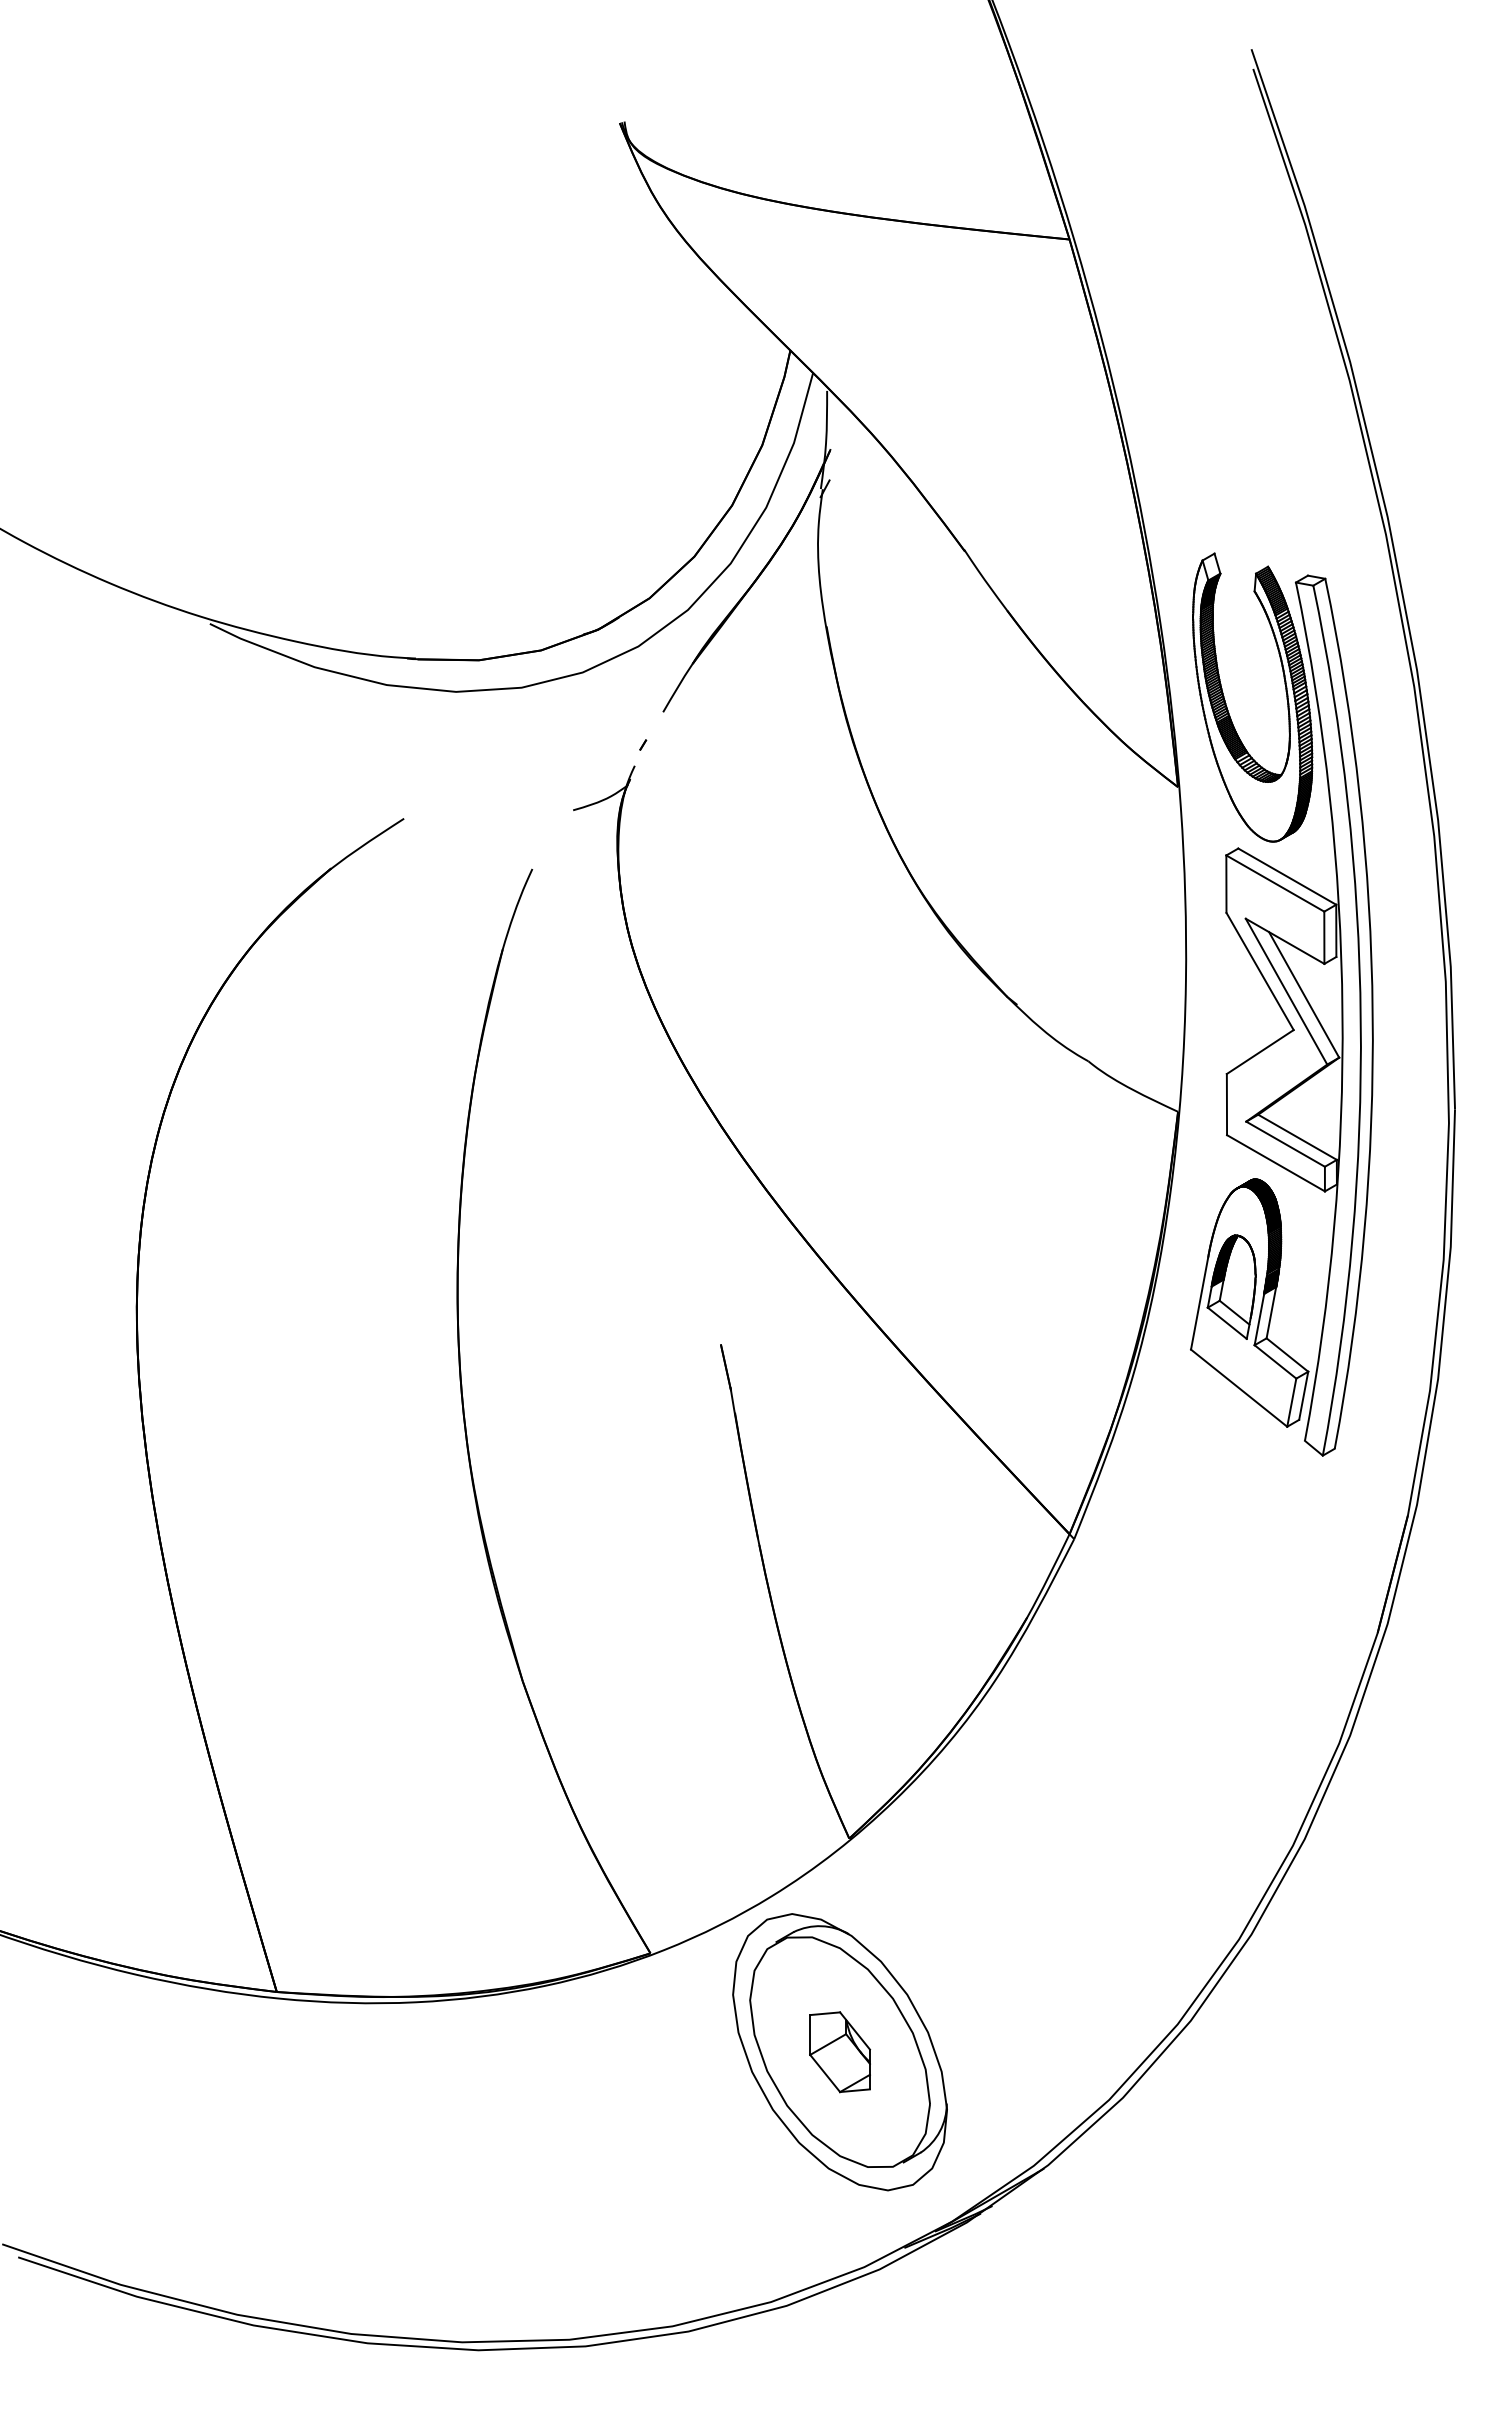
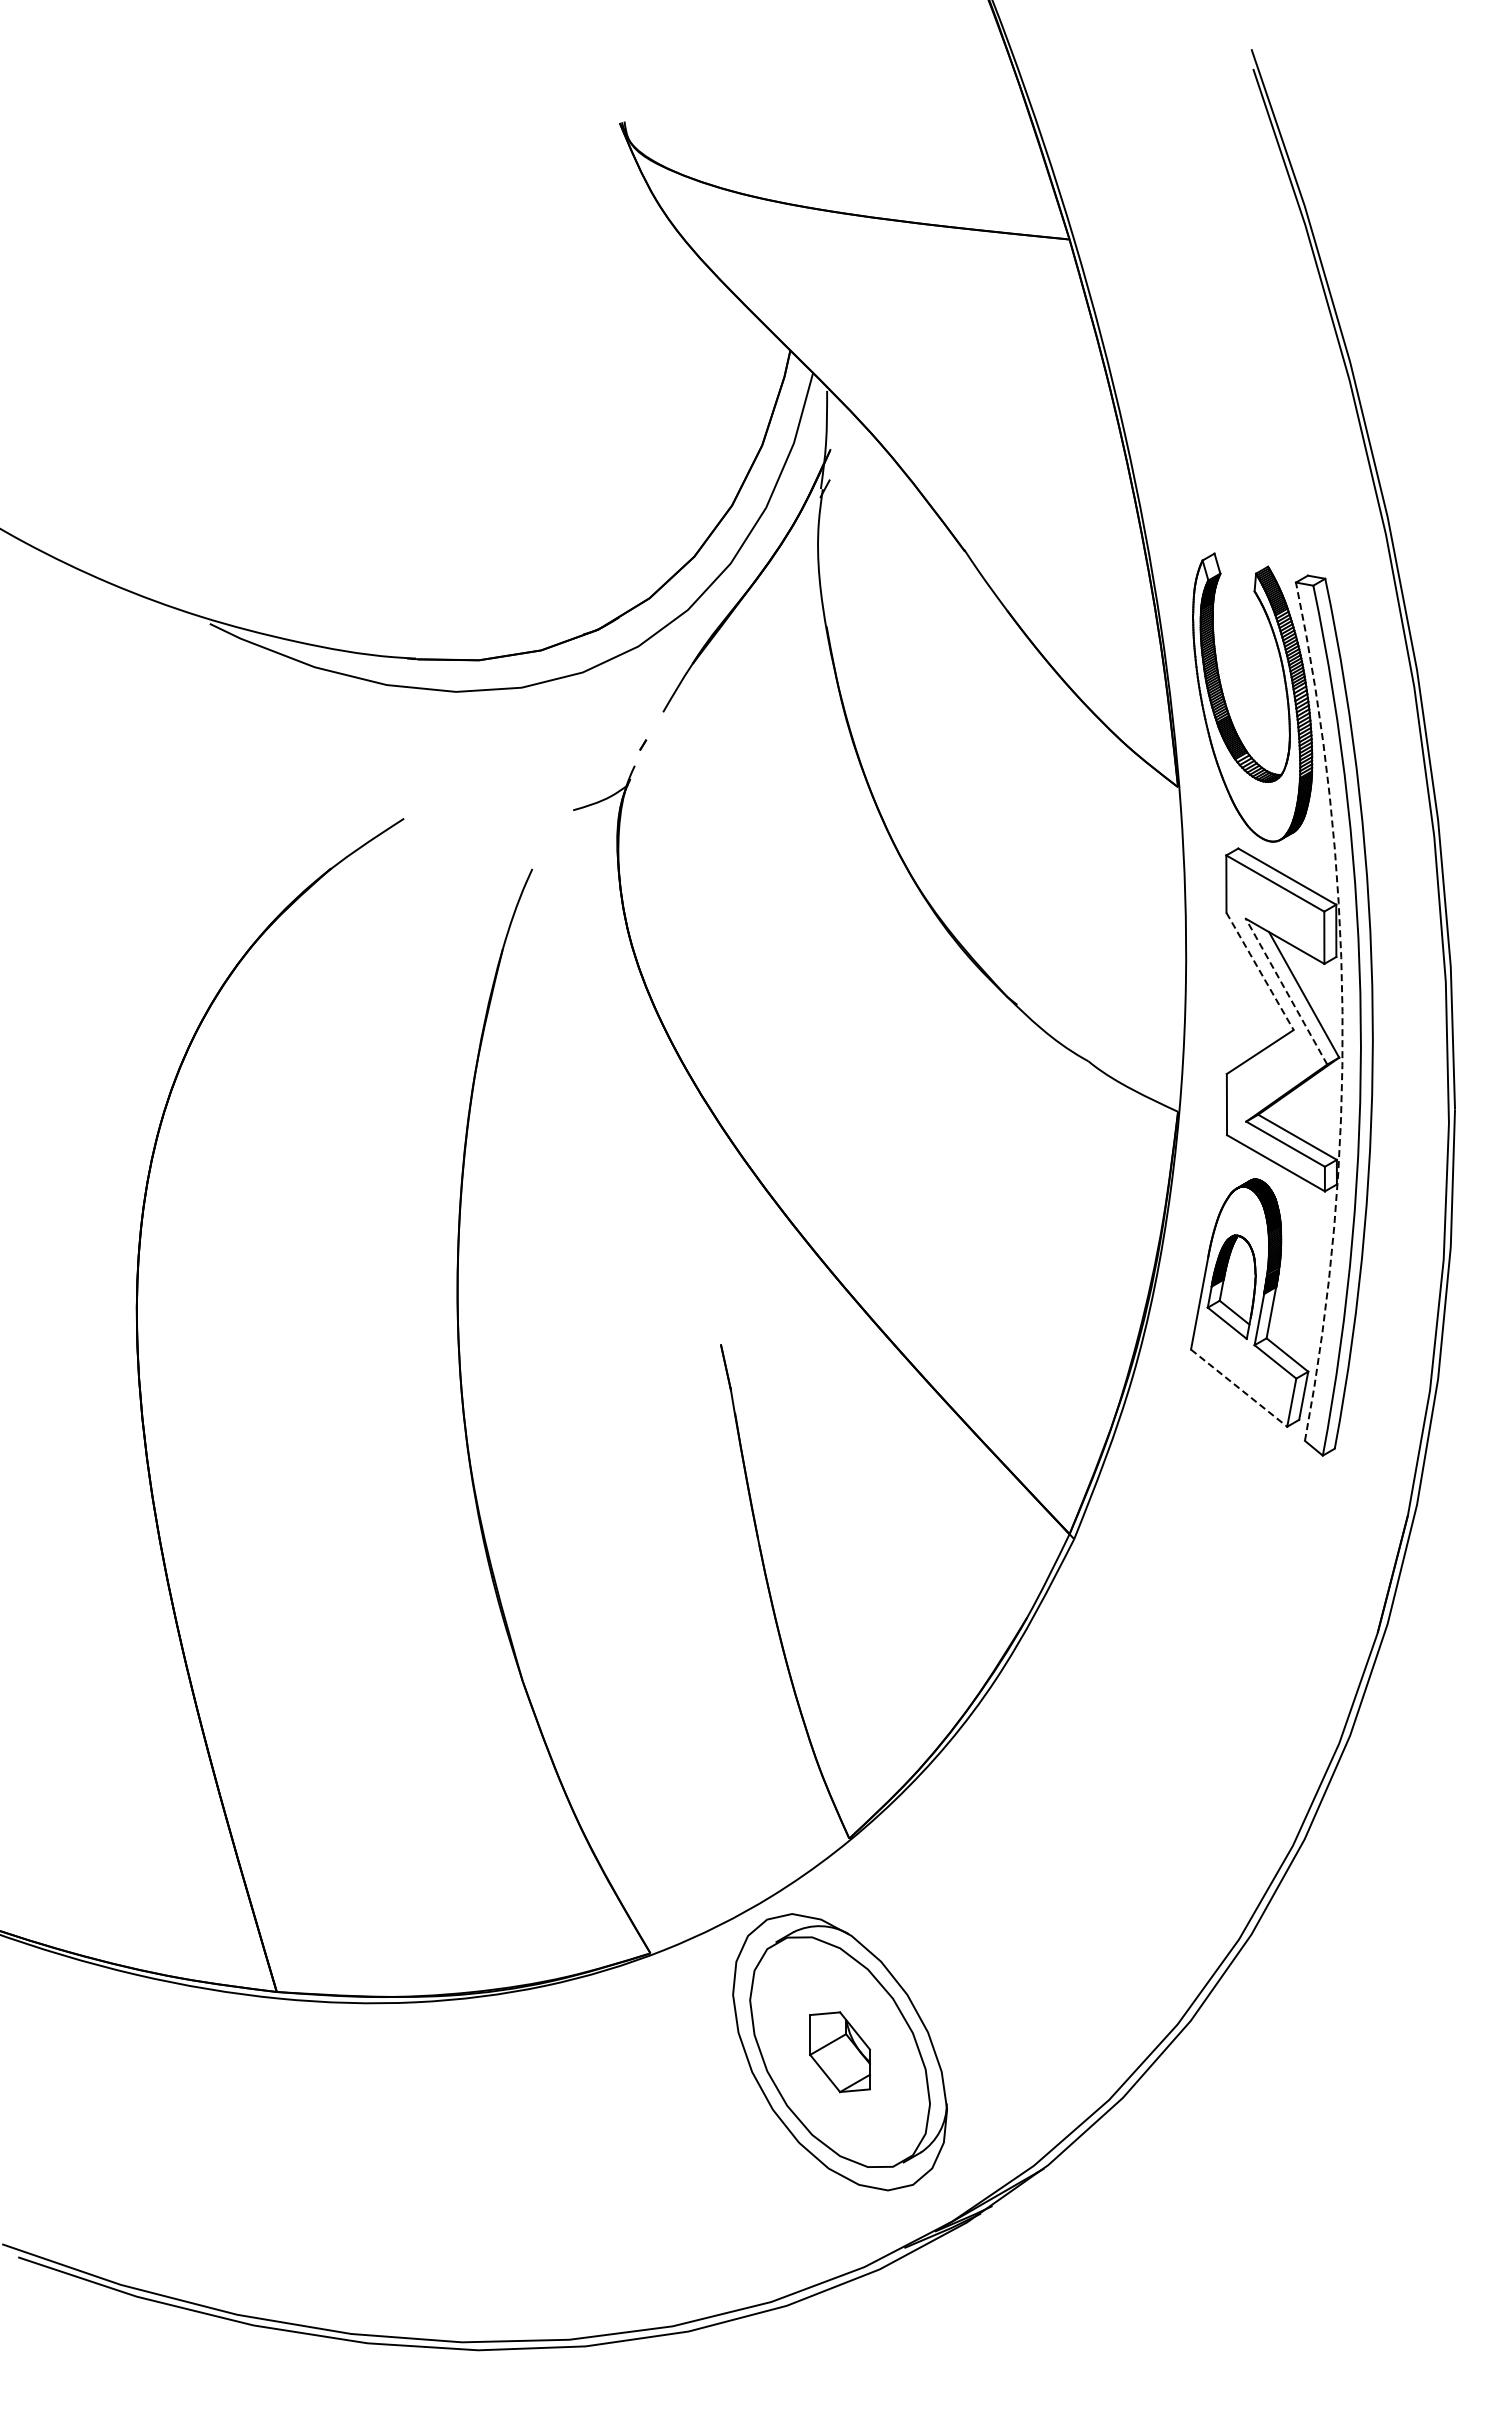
line at (1260, 971): solid -> dashed
line at (1286, 991): solid -> dashed
arc at (1342, 1011): solid -> dashed
line at (1239, 1388): solid -> dashed
